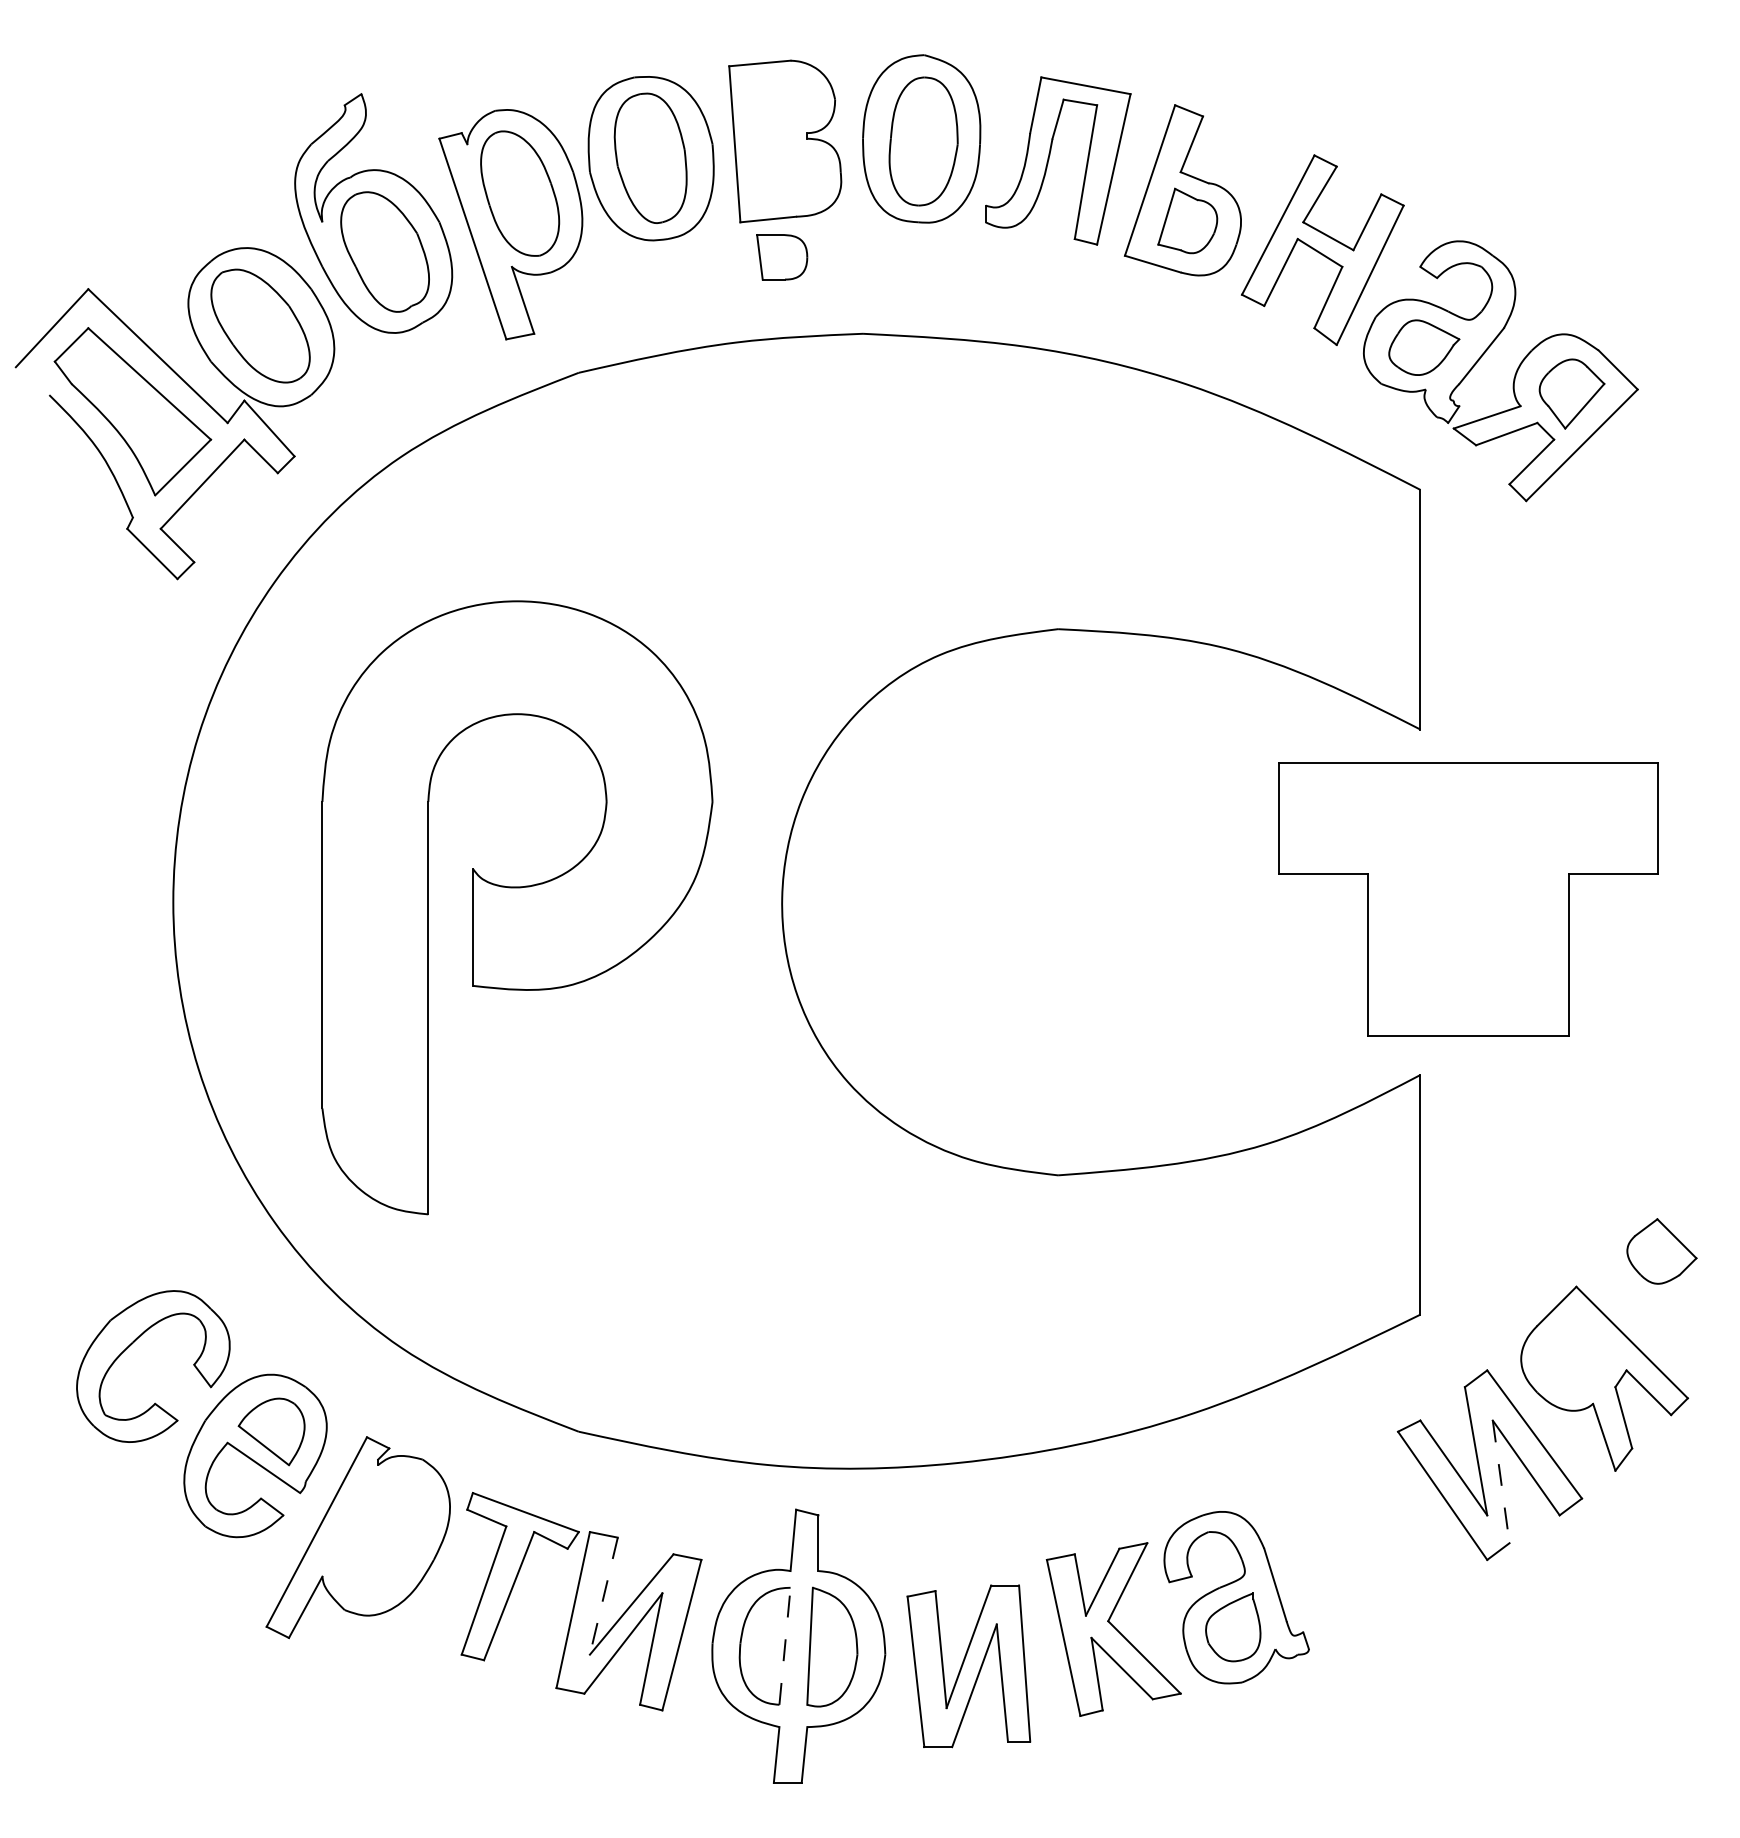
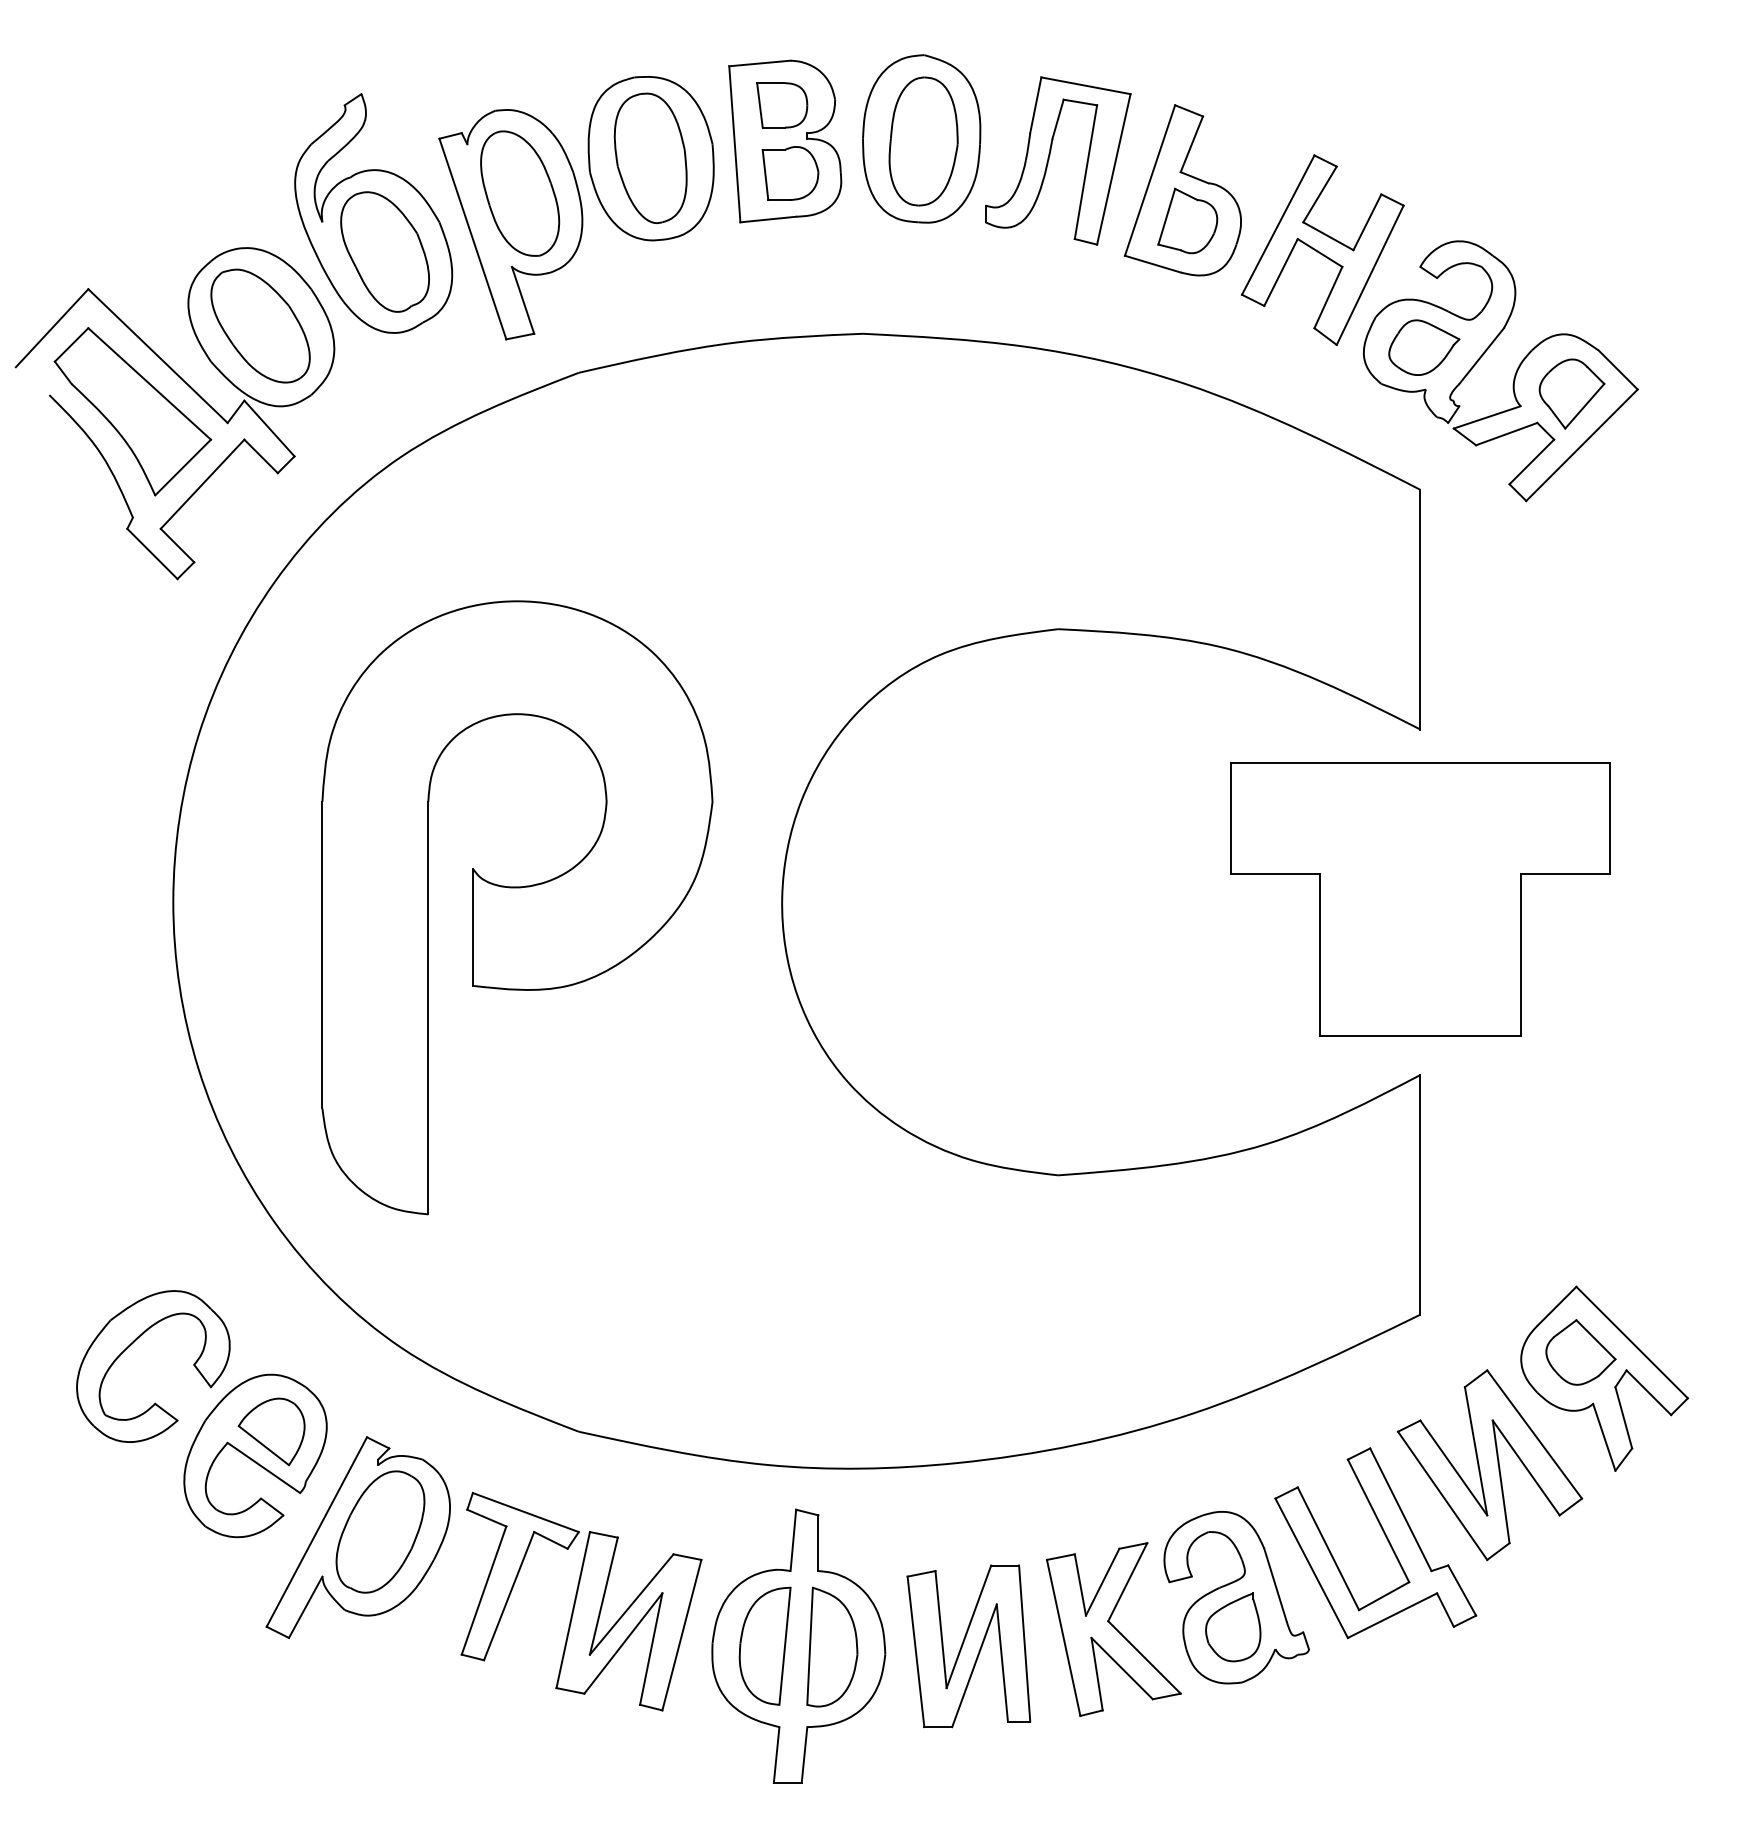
part at (790, 173): none -> present
part at (782, 257) position: (782, 257) -> (782, 105)
part at (1468, 899) position: (1468, 899) -> (1420, 899)
part at (1661, 1251) position: (1661, 1251) -> (1580, 1352)
line at (1501, 1481): dashed -> solid
part at (380, 1531): none -> present
part at (1385, 1537): none -> present
line at (603, 1596): dashed -> solid
line at (785, 1646): dashed -> solid
part at (968, 1666) position: (968, 1666) -> (968, 1646)
